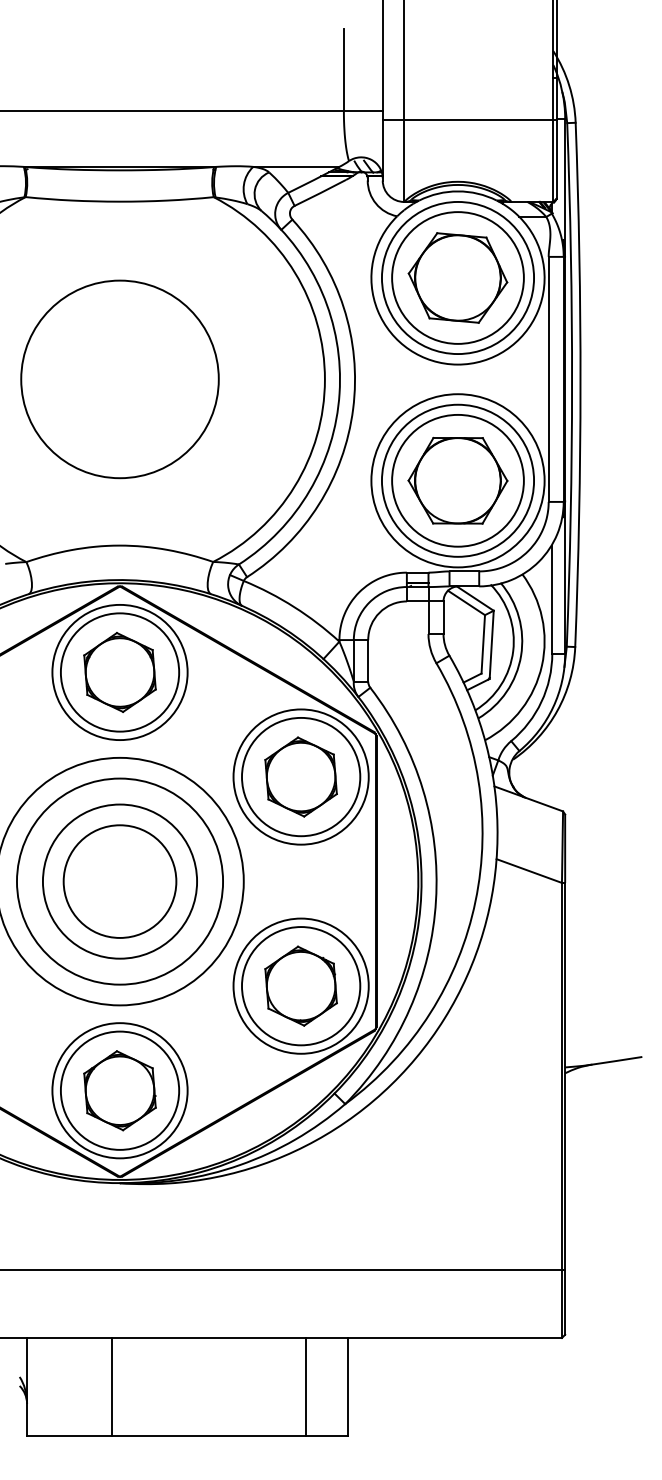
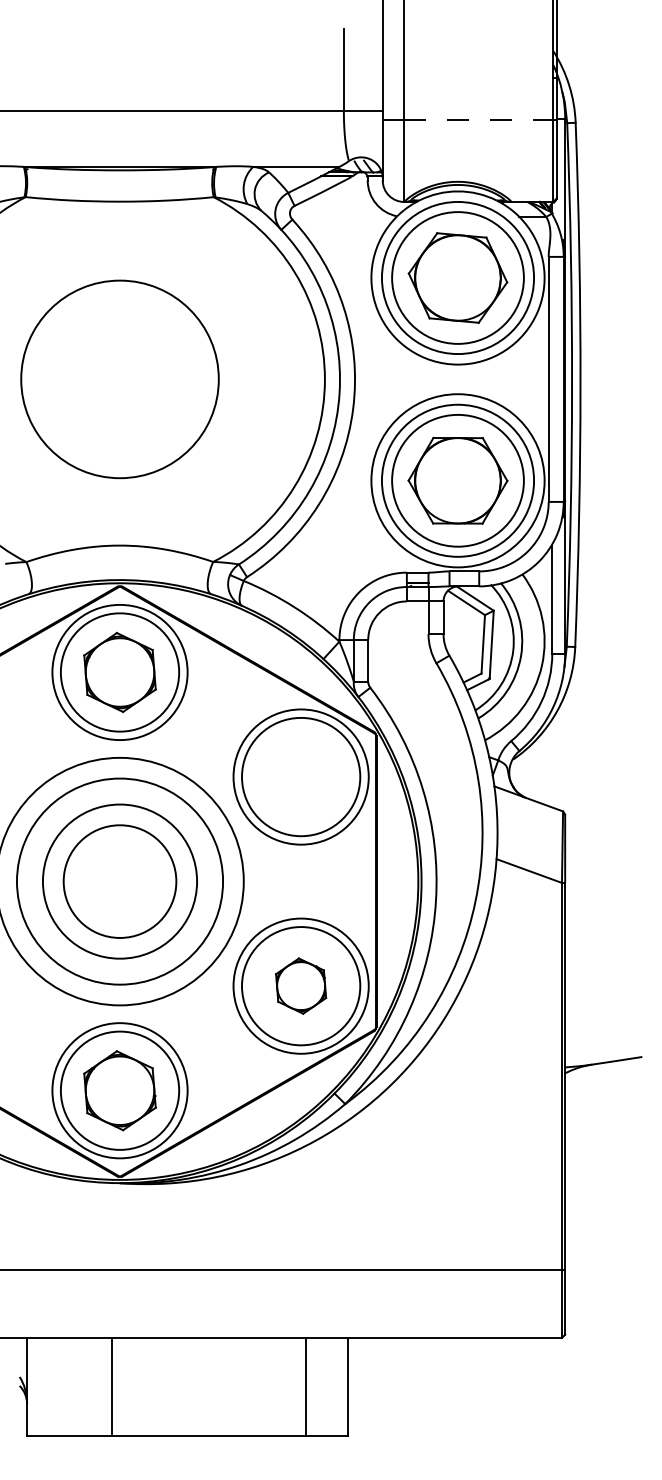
line at (478, 120): solid -> dashed
part at (300, 776): present -> none
part at (300, 985) size: 74x82 px -> 53x58 px
